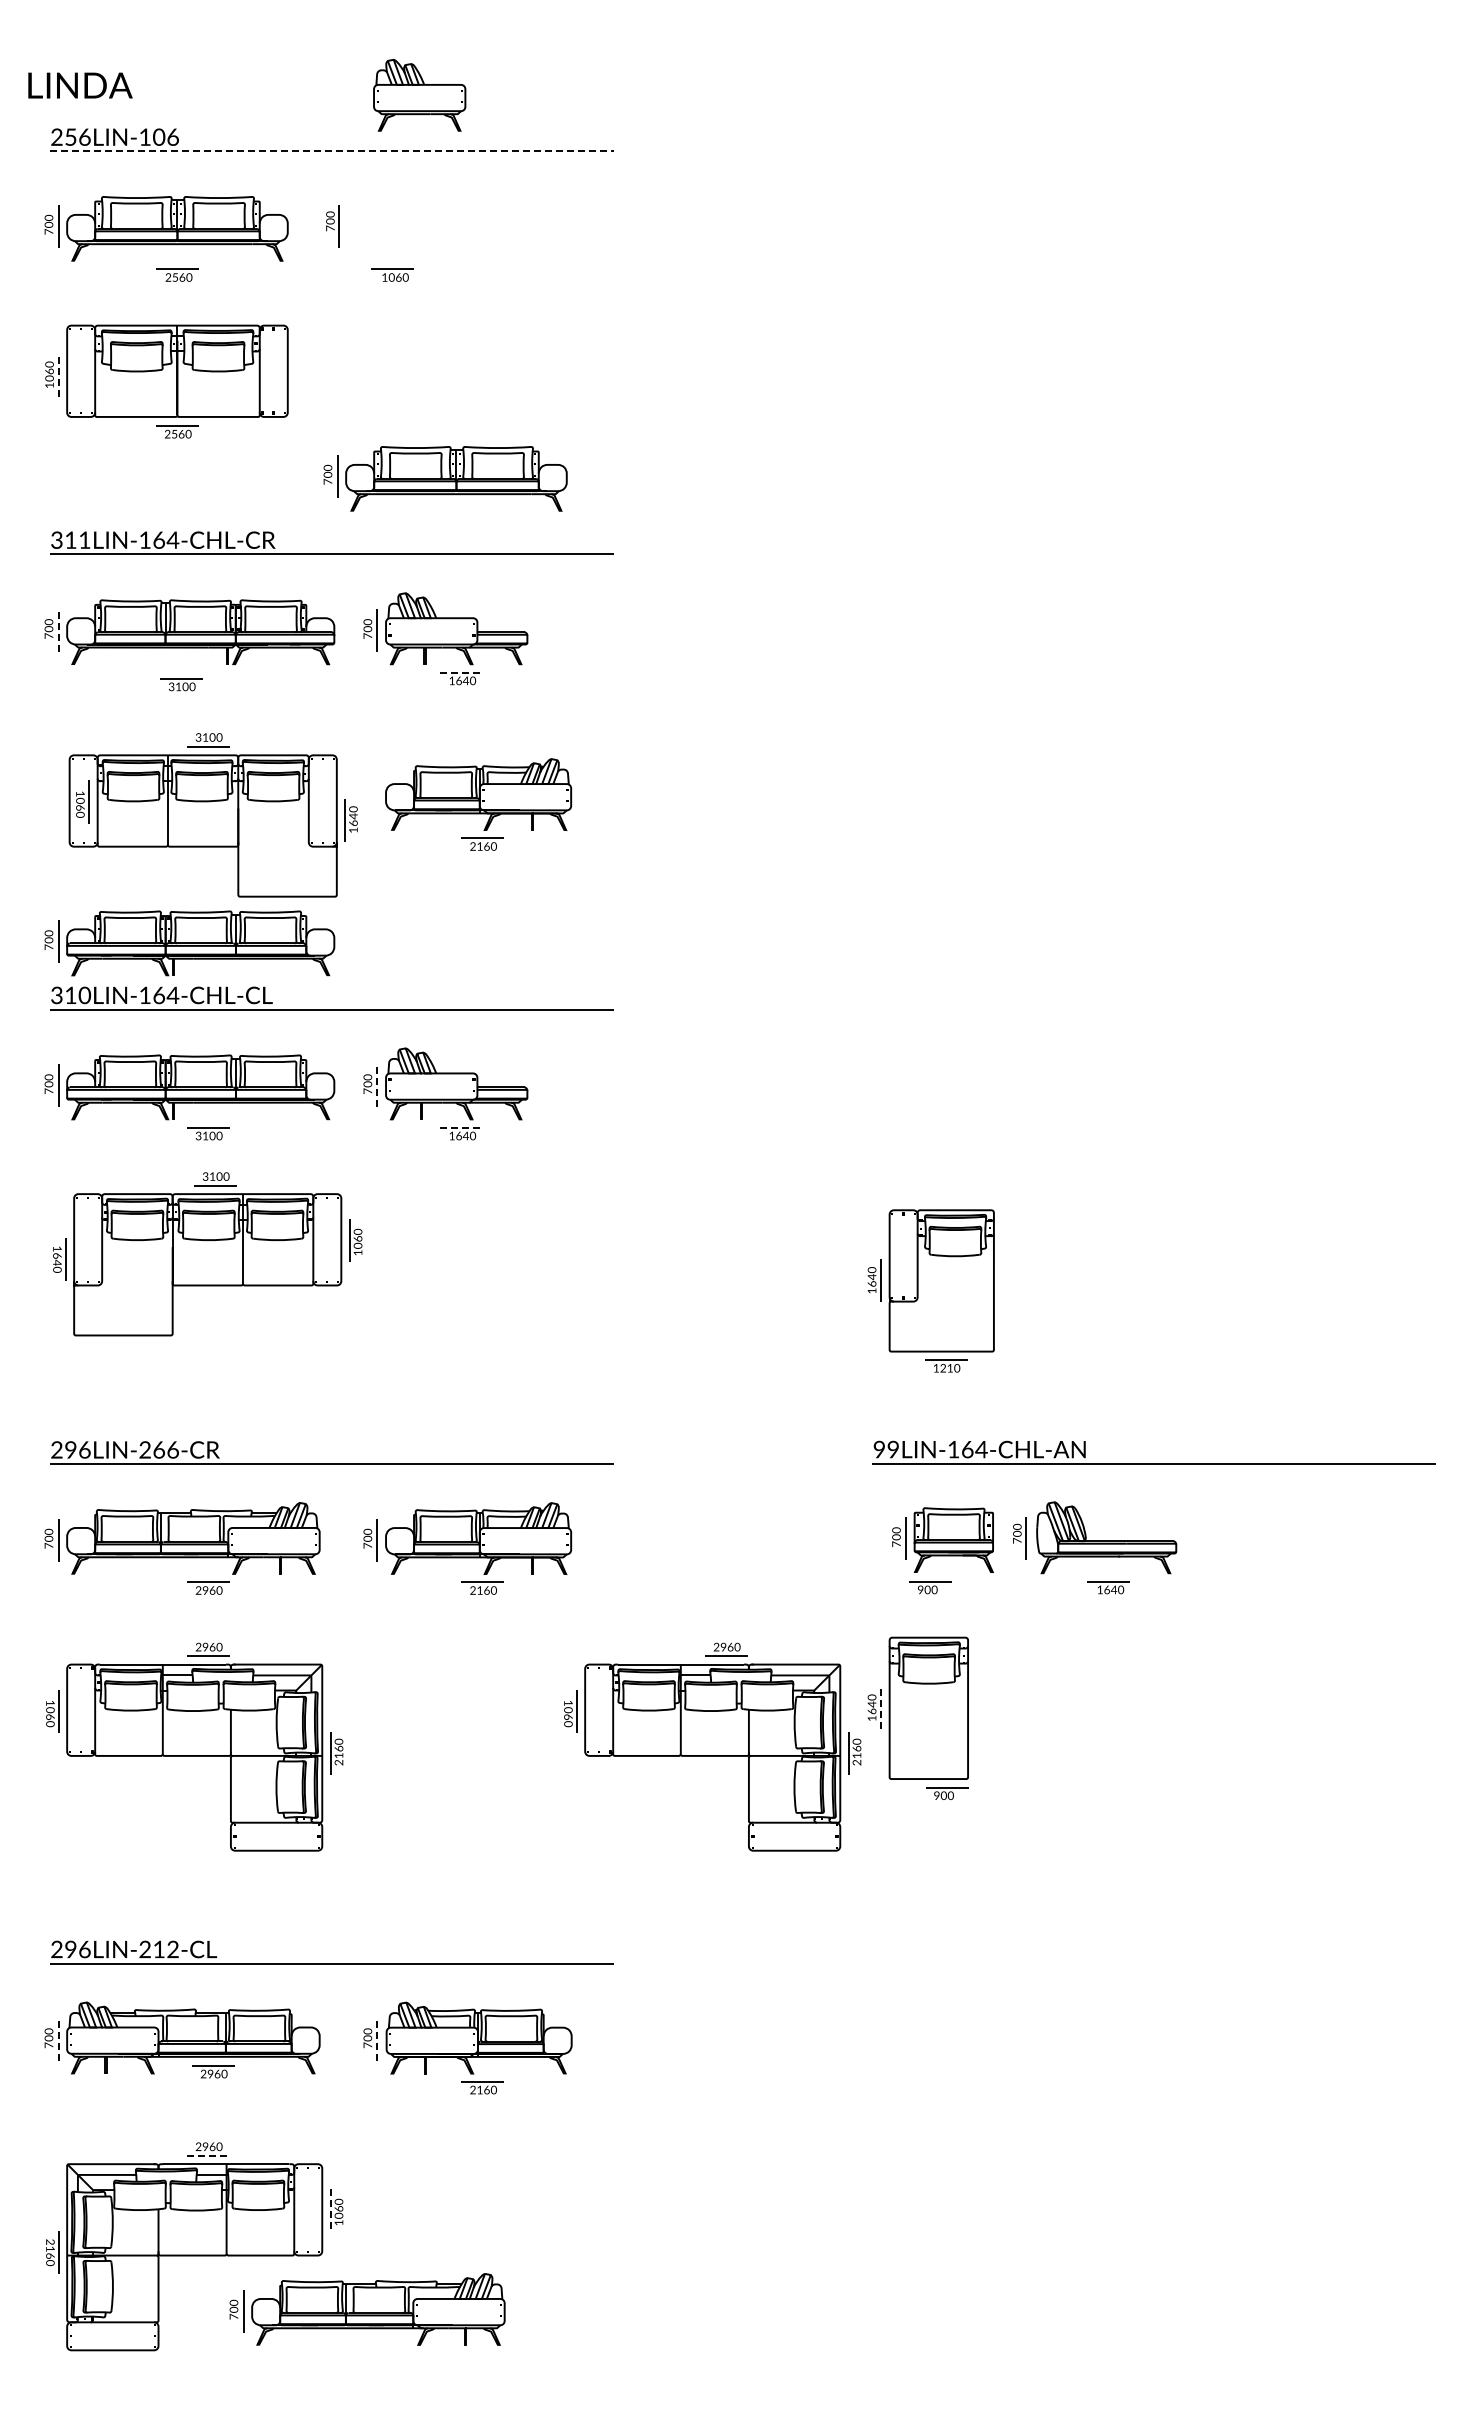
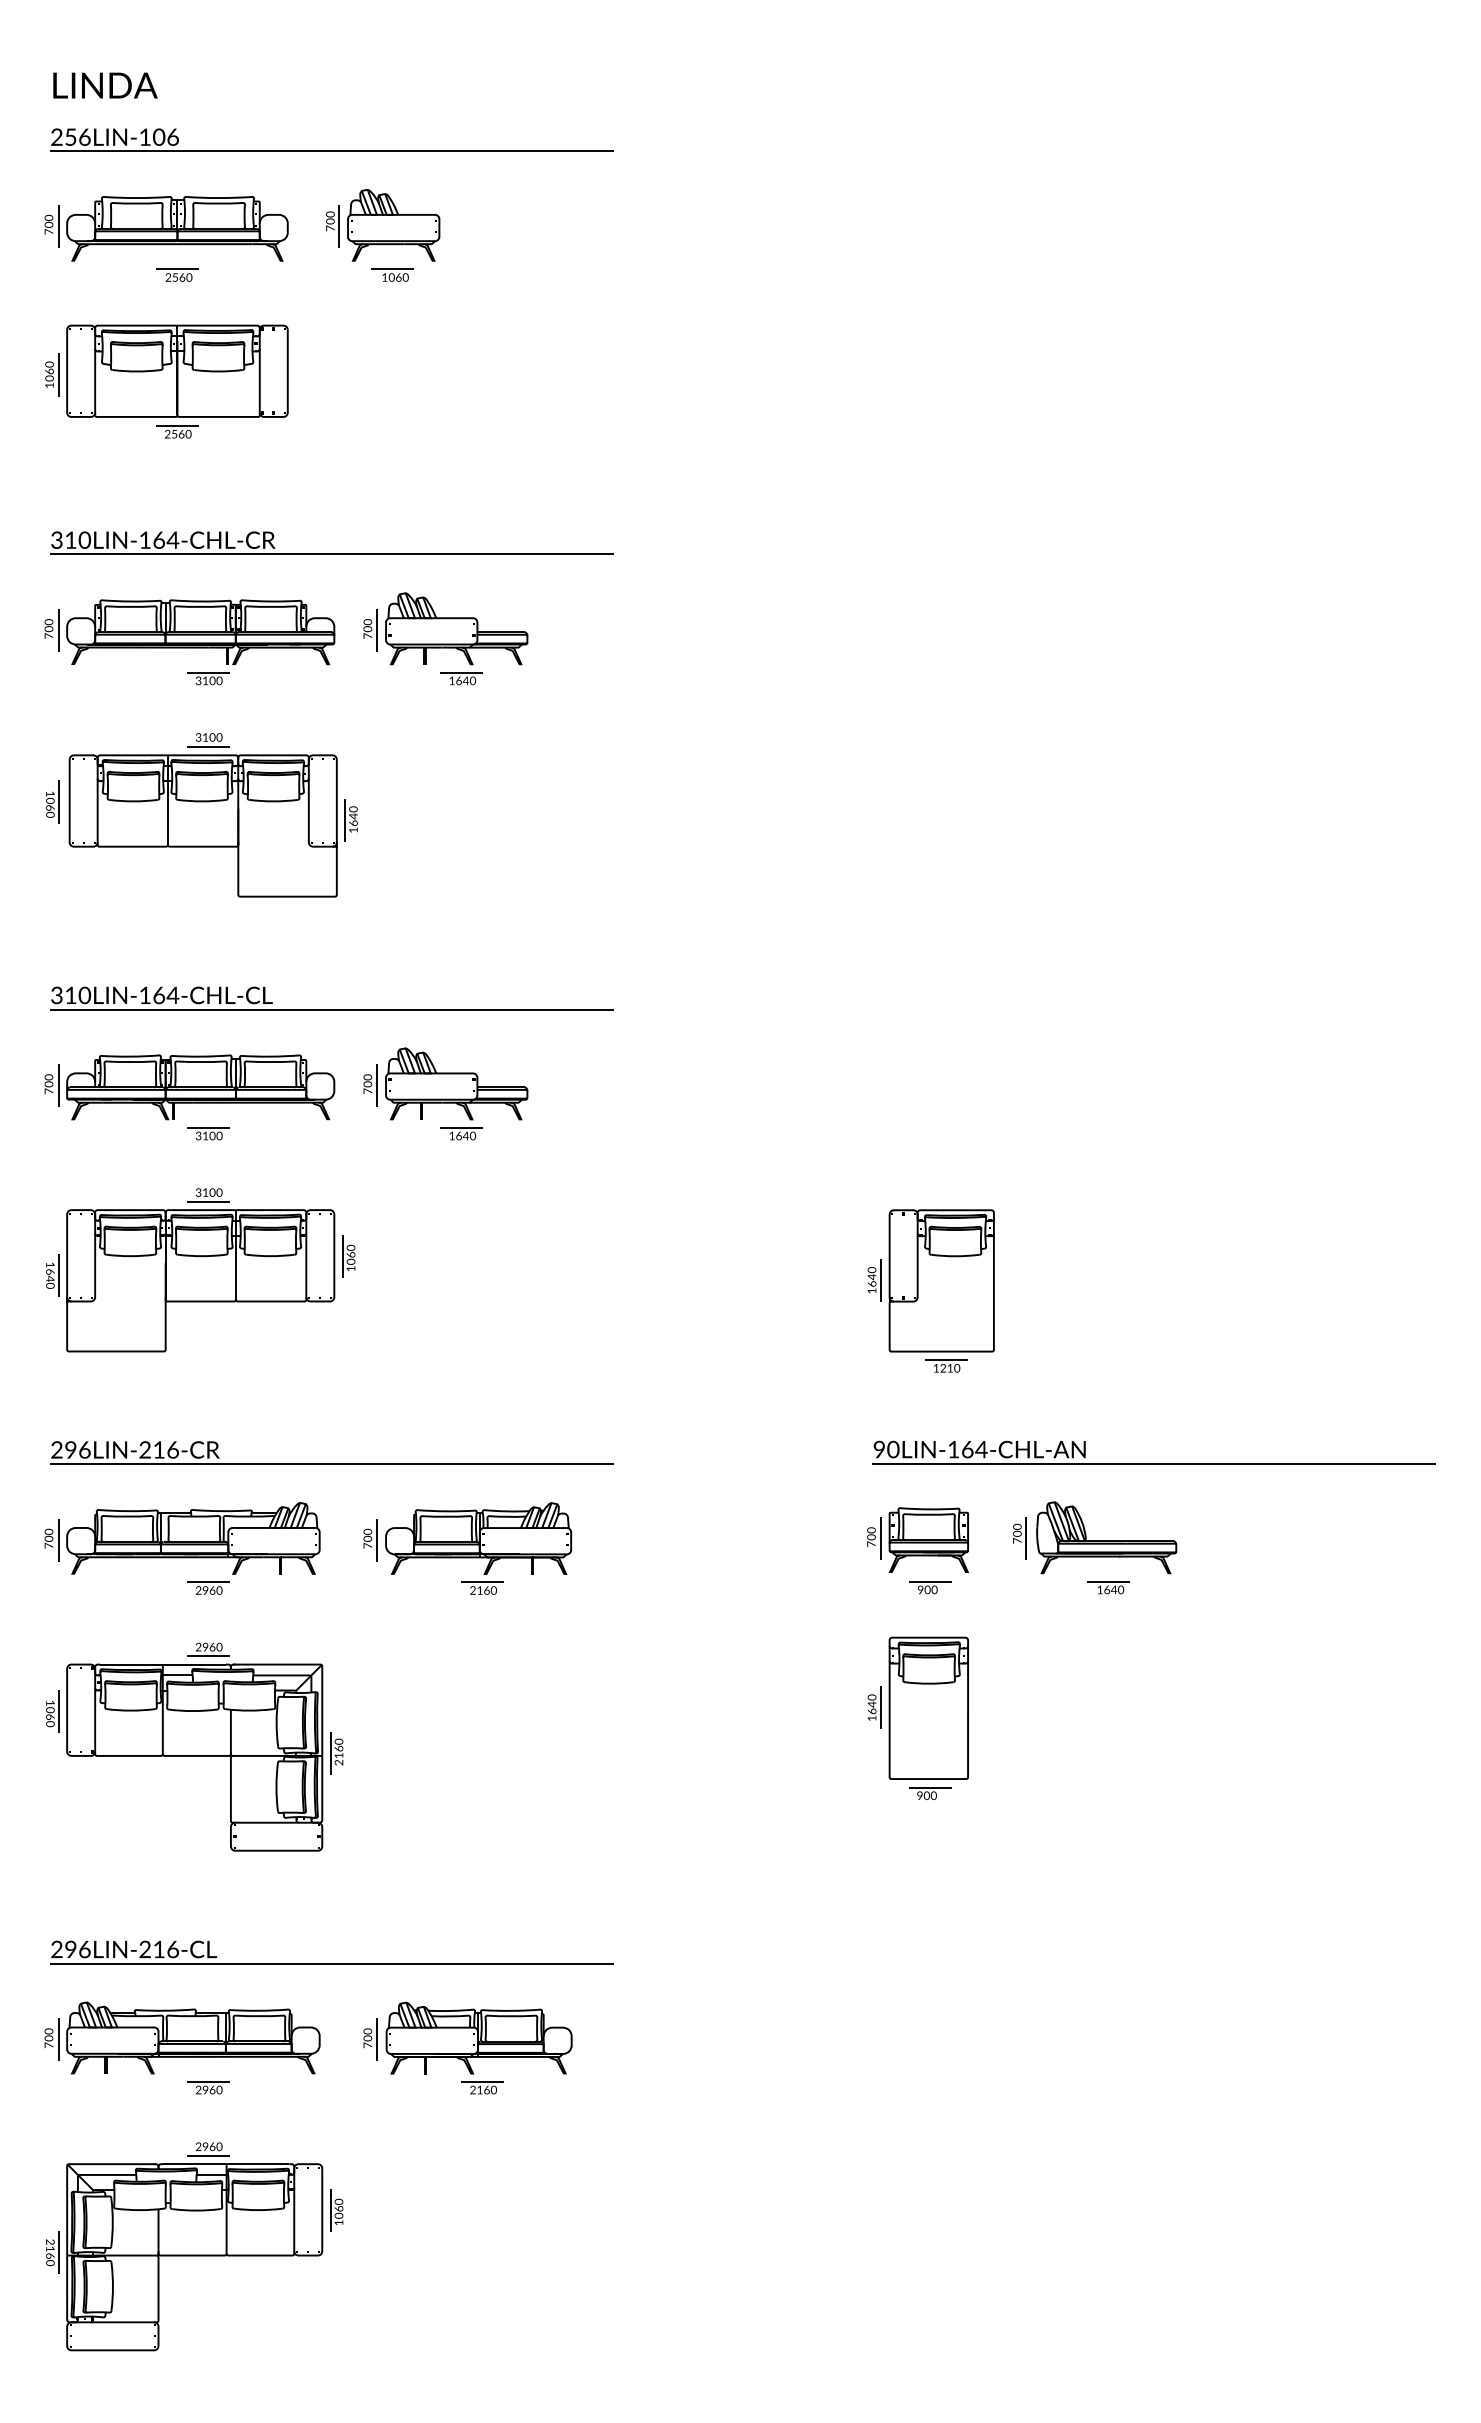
text at (80, 85) position: (80, 85) -> (105, 85)
part at (419, 95) position: (419, 95) -> (393, 225)
line at (331, 151): dashed -> solid
line at (58, 375): dashed -> solid
part at (445, 478): present -> none
text at (84, 539): 311LIN-164-CHL-CR -> 310LIN-164-CHL-CR
line at (58, 630): dashed -> solid
line at (461, 672): dashed -> solid
part at (181, 684) position: (181, 684) -> (208, 678)
part at (82, 801) position: (82, 801) -> (52, 801)
part at (478, 804): present -> none
part at (189, 943): present -> none
line at (377, 1085): dashed -> solid
line at (461, 1127): dashed -> solid
part at (207, 1254) position: (207, 1254) -> (200, 1270)
text at (158, 1449): 296LIN-266-CR -> 296LIN-216-CR
text at (893, 1450): 99LIN-164-CHL-AN -> 90LIN-164-CHL-AN
part at (942, 1539) position: (942, 1539) -> (917, 1539)
line at (881, 1707): dashed -> solid
part at (712, 1746): present -> none
part at (947, 1793) position: (947, 1793) -> (930, 1793)
text at (172, 1949): 296LIN-212-CL -> 296LIN-216-CL
line at (58, 2039): dashed -> solid
line at (377, 2039): dashed -> solid
part at (213, 2071) position: (213, 2071) -> (208, 2087)
line at (208, 2155): dashed -> solid
line at (330, 2210): dashed -> solid
part at (367, 2309): present -> none
